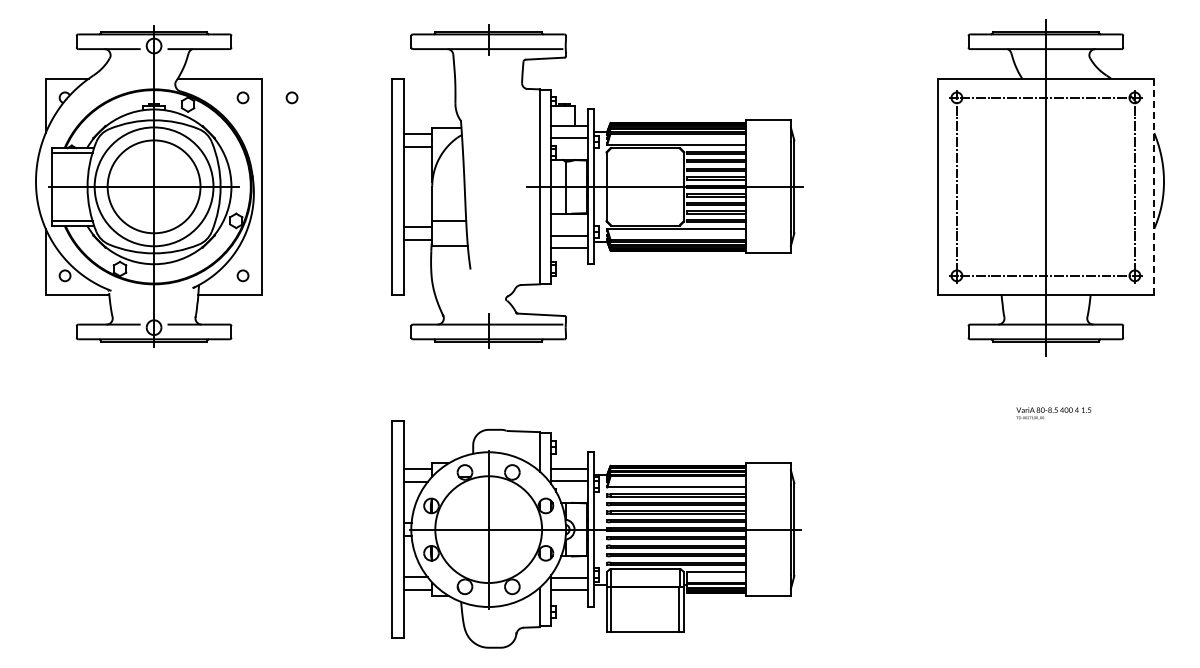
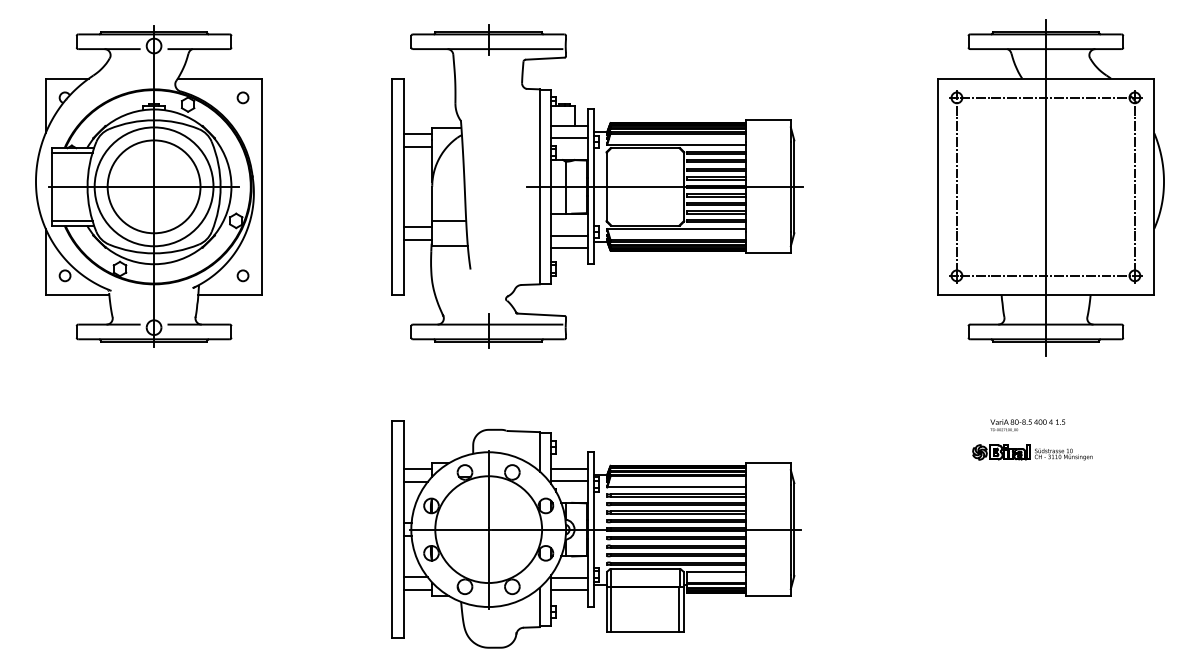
circle at (291, 97): present -> none
line at (1154, 186): dashed -> solid
text at (1053, 413) position: (1053, 413) -> (1027, 425)
part at (1032, 452): none -> present
